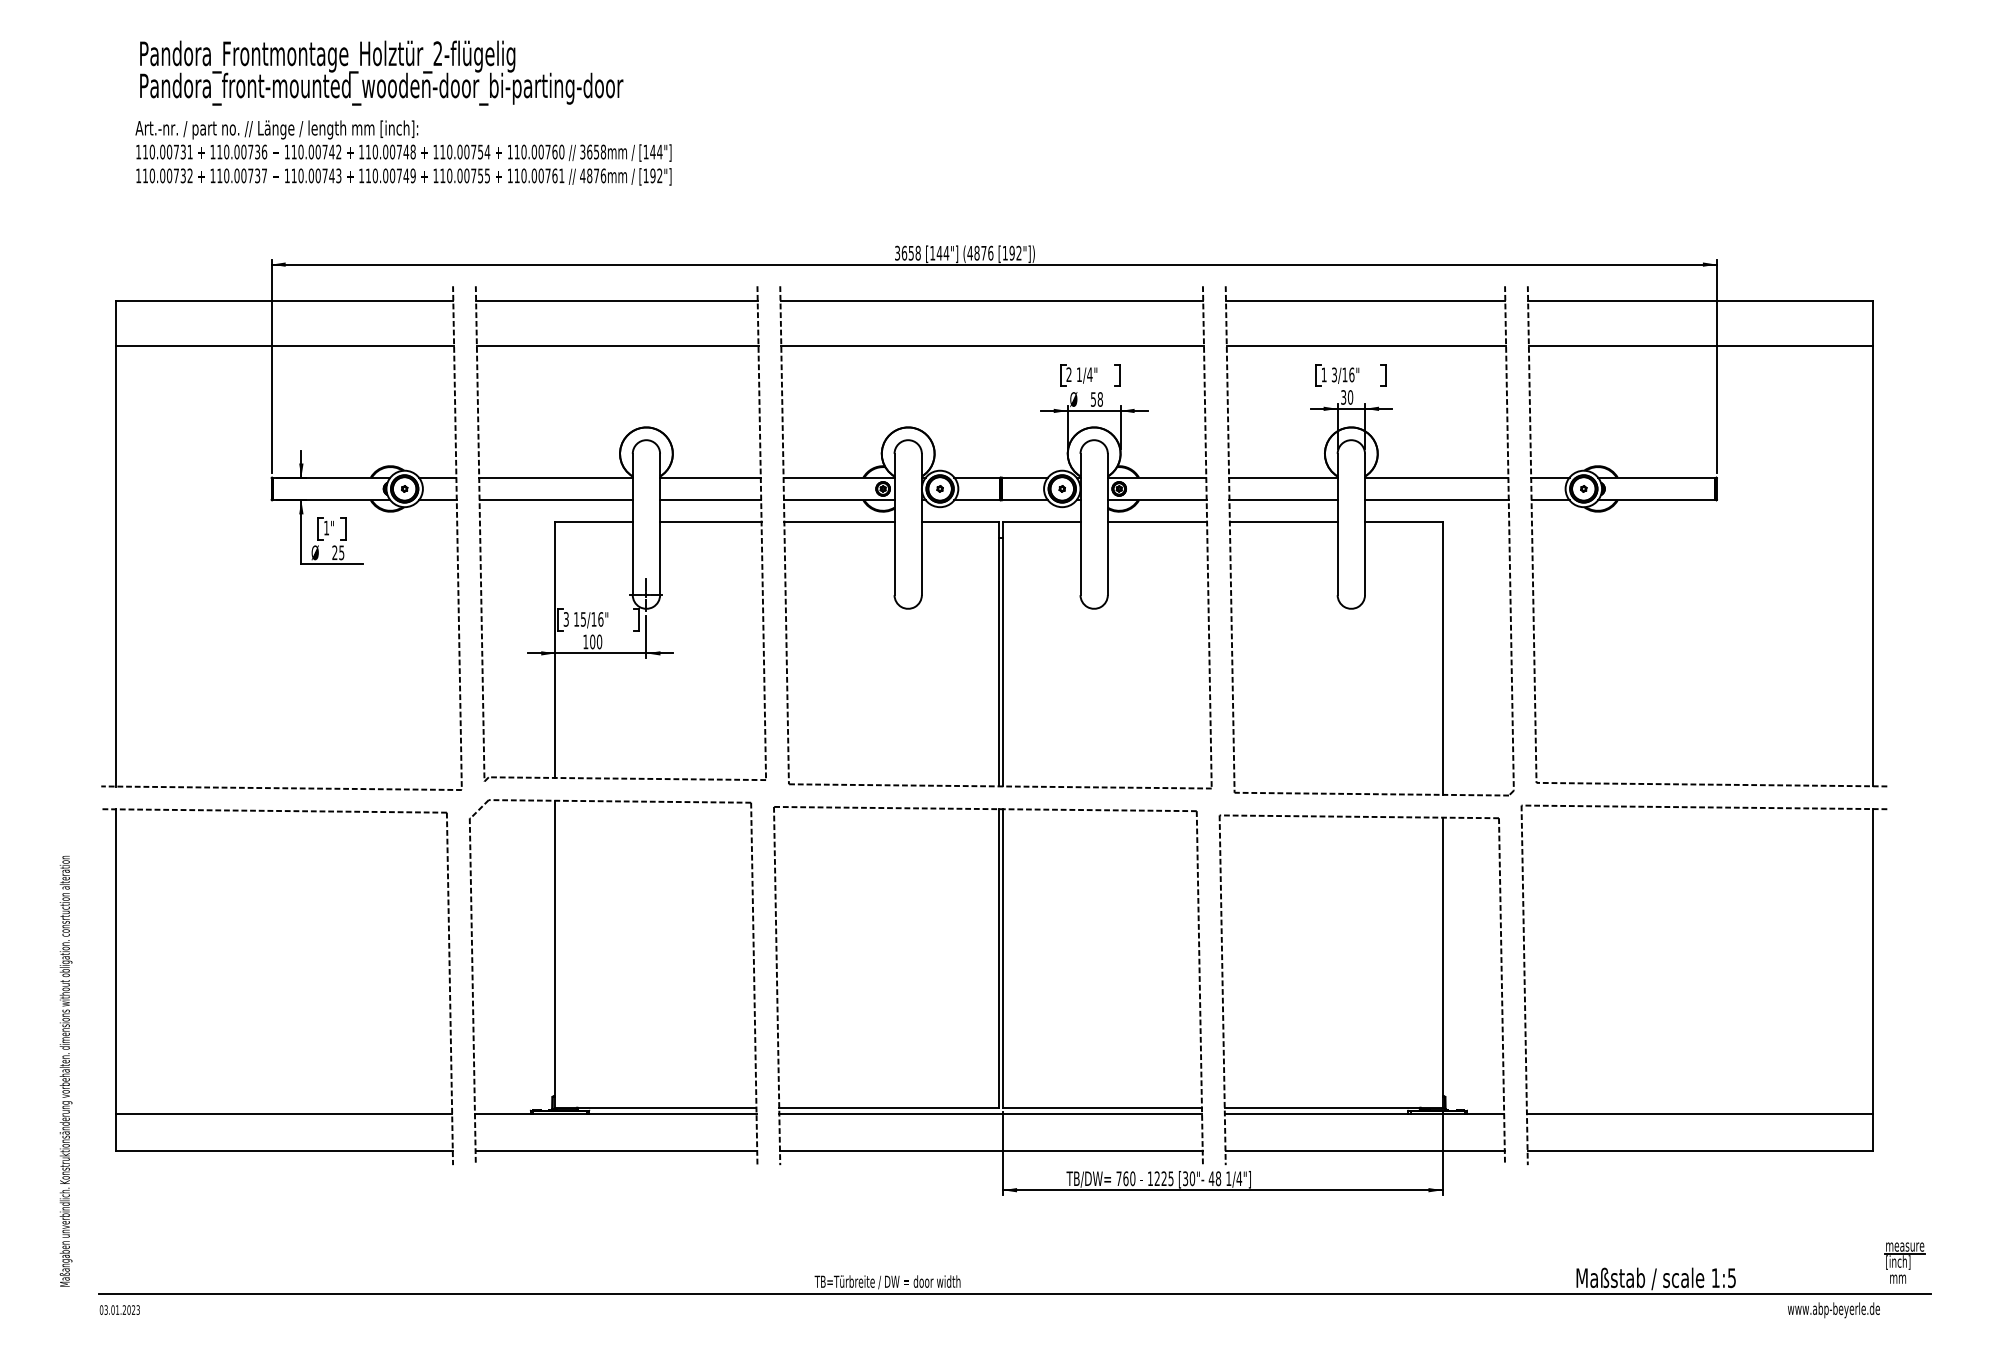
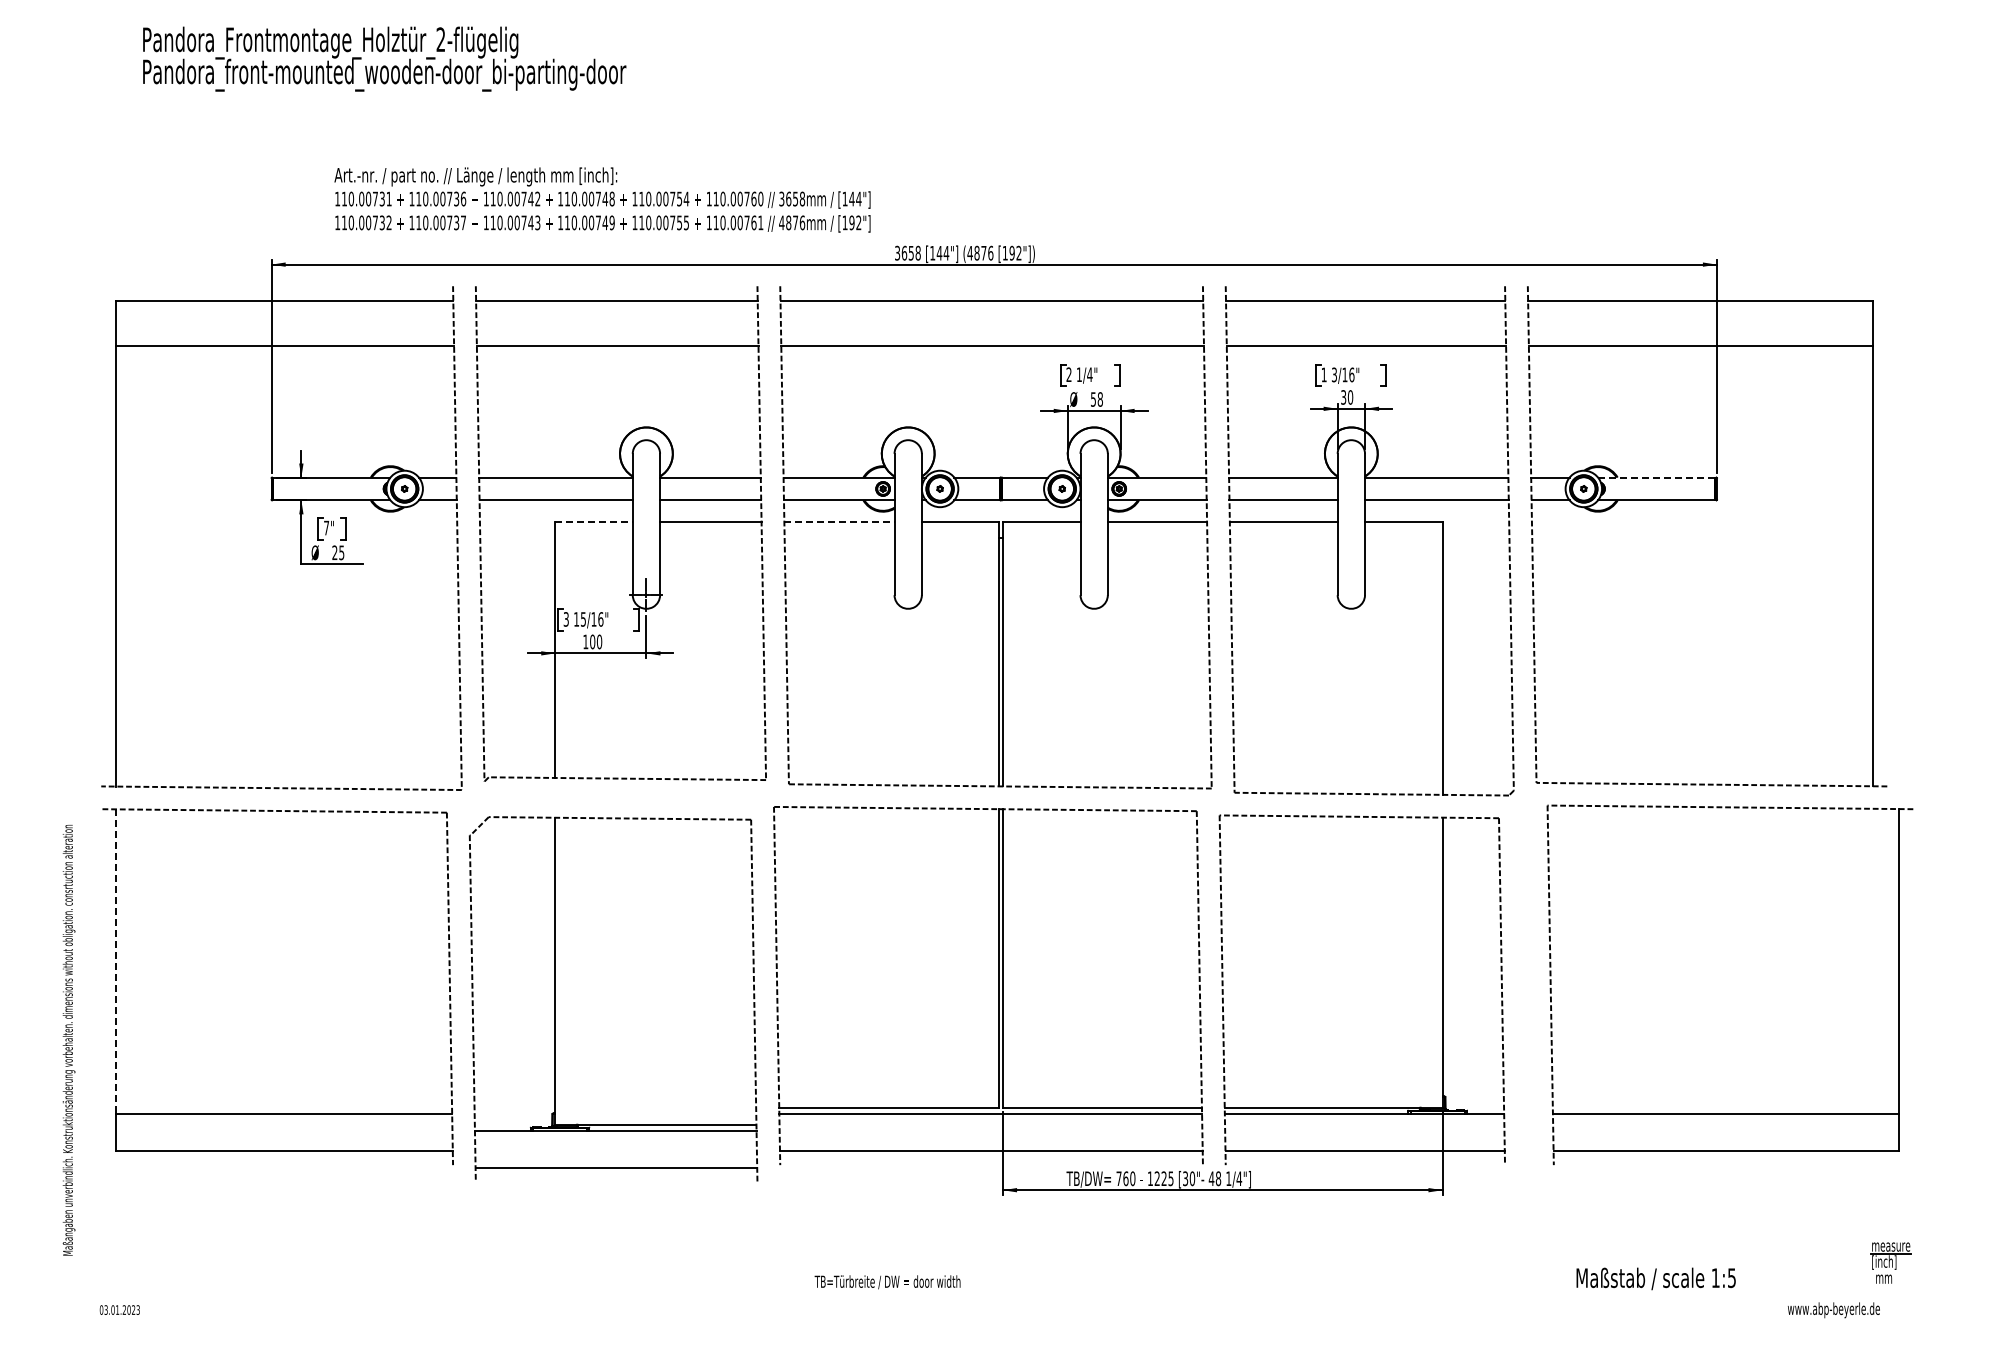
text at (381, 72) position: (381, 72) -> (384, 58)
text at (403, 152) position: (403, 152) -> (602, 199)
line at (1656, 477): solid -> dashed
line at (594, 522): solid -> dashed
line at (839, 522): solid -> dashed
text at (326, 527): 1" -> 7"
line at (115, 962): solid -> dashed
part at (555, 981) position: (555, 981) -> (555, 998)
text at (65, 1071) position: (65, 1071) -> (68, 1040)
part at (1703, 1113) position: (1703, 1113) -> (1729, 1113)
part at (1904, 1262) position: (1904, 1262) -> (1890, 1262)
line at (1014, 1294): present -> none
